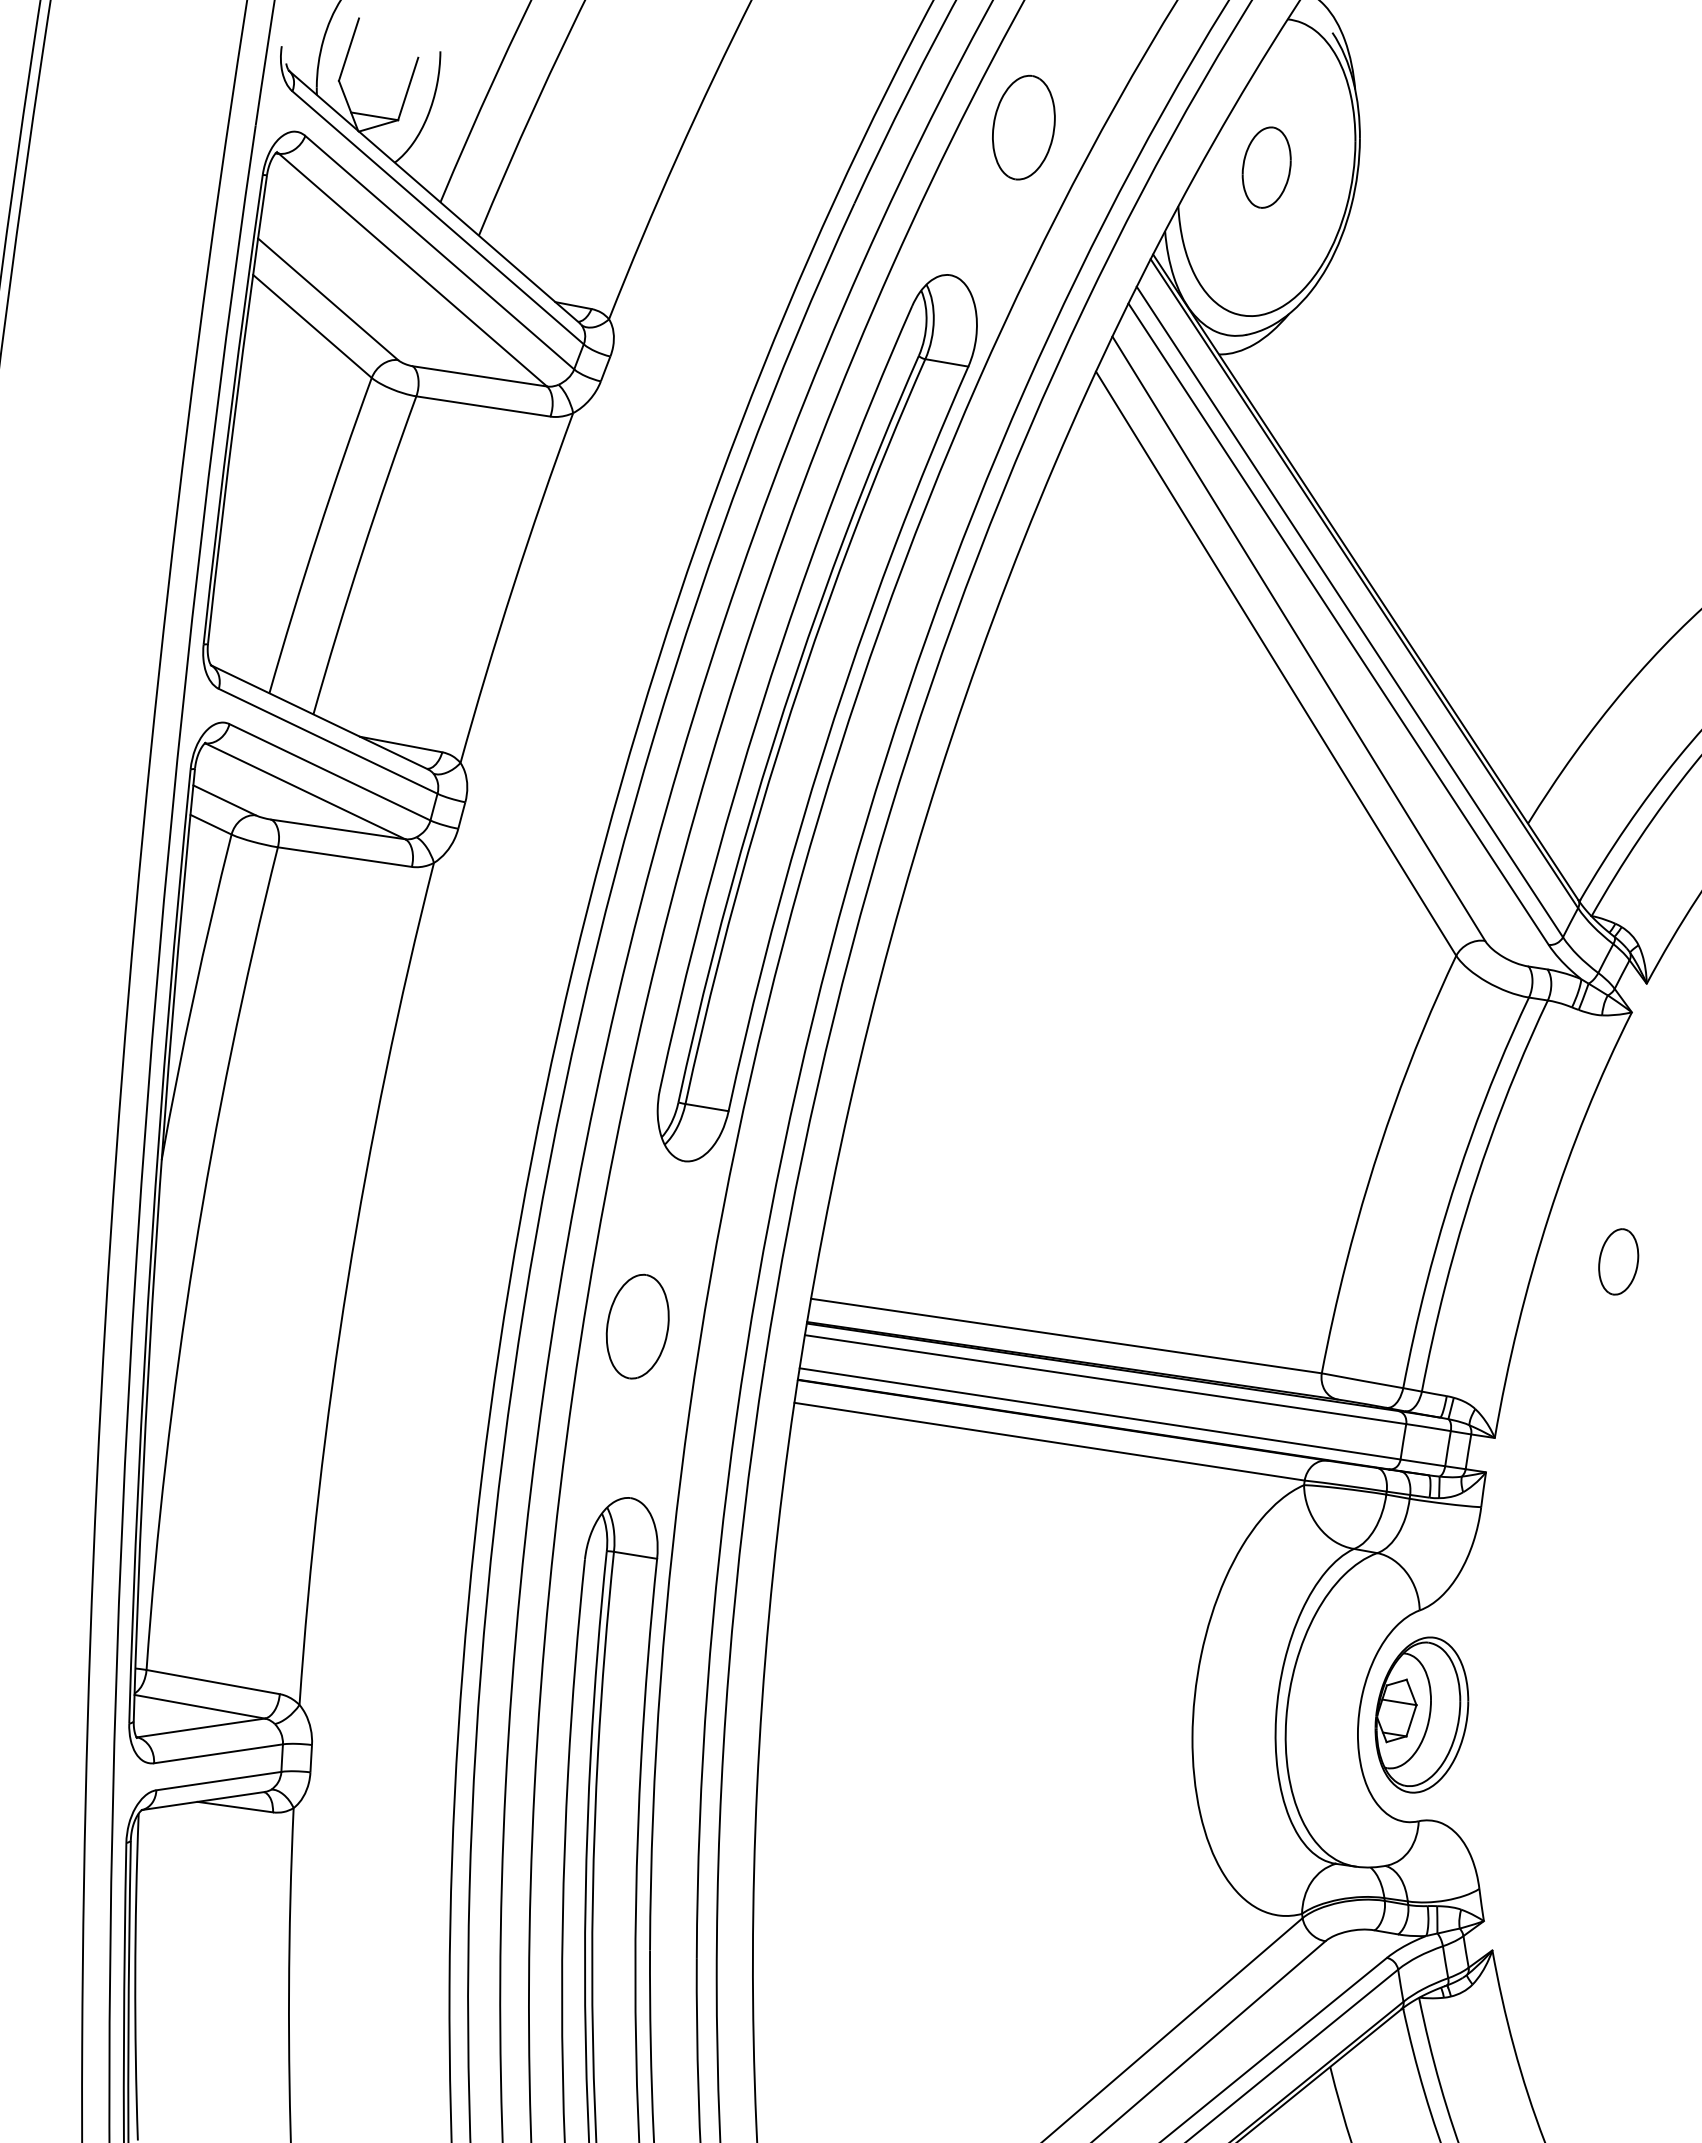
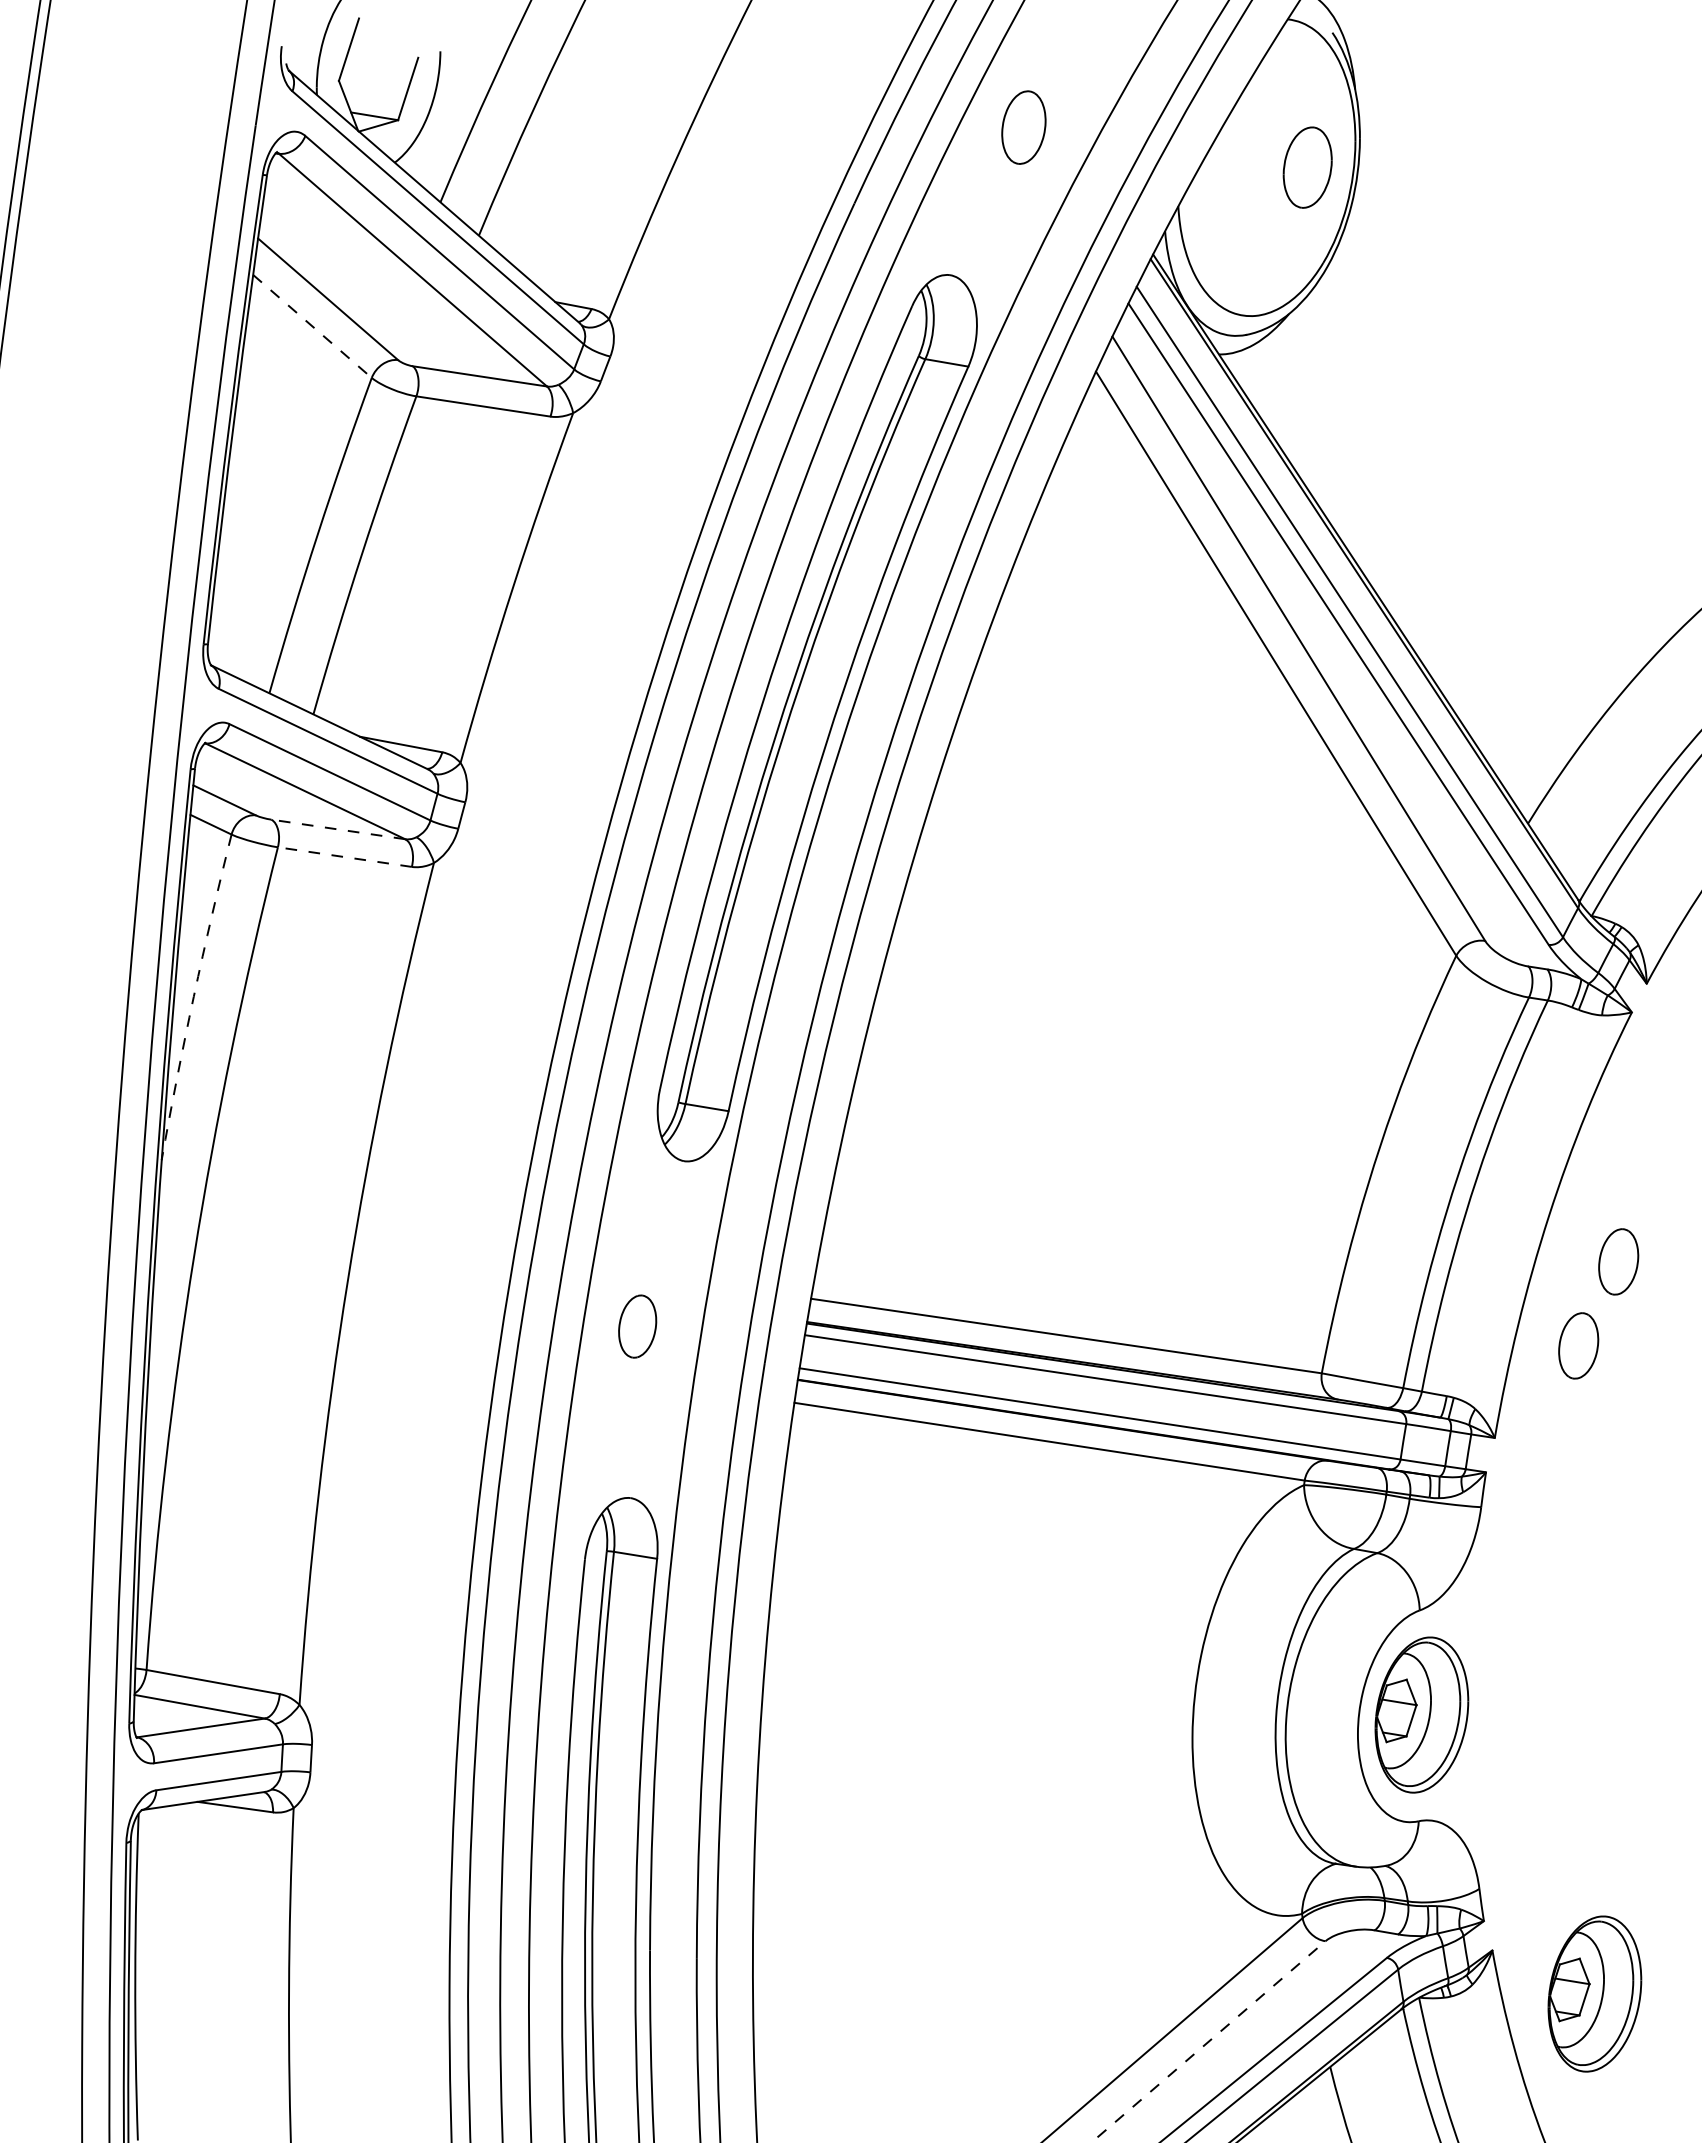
part at (1023, 127) size: 64x107 px -> 46x75 px
part at (1266, 167) position: (1266, 167) -> (1307, 167)
line at (312, 326): solid -> dashed
line at (338, 829): solid -> dashed
line at (344, 857): solid -> dashed
arc at (193, 996): solid -> dashed
part at (637, 1326) size: 65x107 px -> 40x65 px
part at (1578, 1345): none -> present
part at (1594, 1993): none -> present
line at (1208, 2041): solid -> dashed
